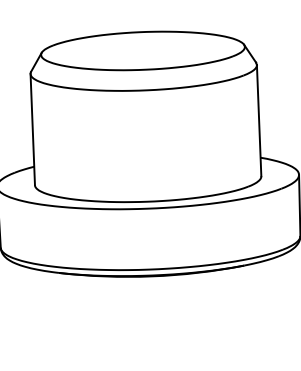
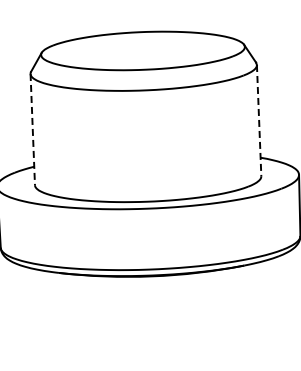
line at (259, 120): solid -> dashed
line at (32, 129): solid -> dashed
